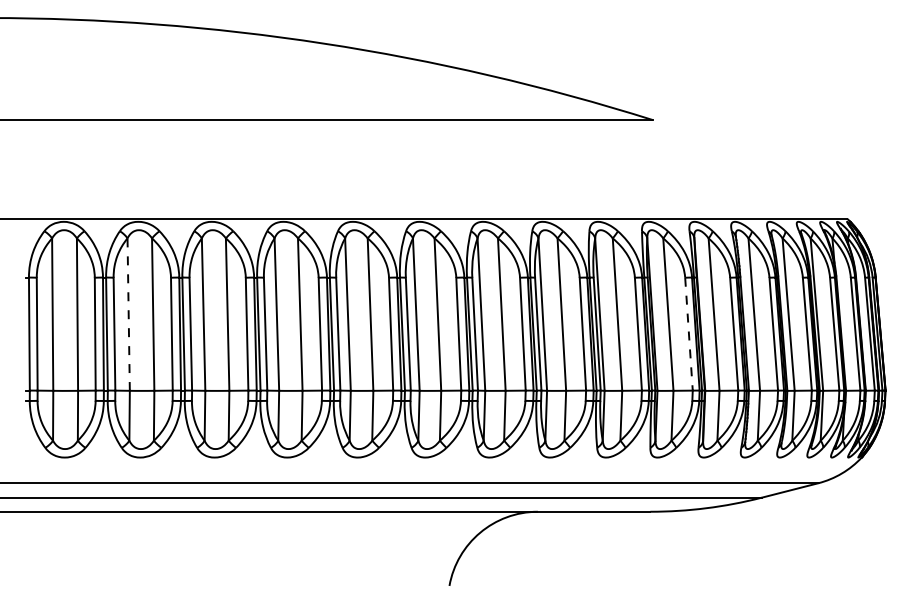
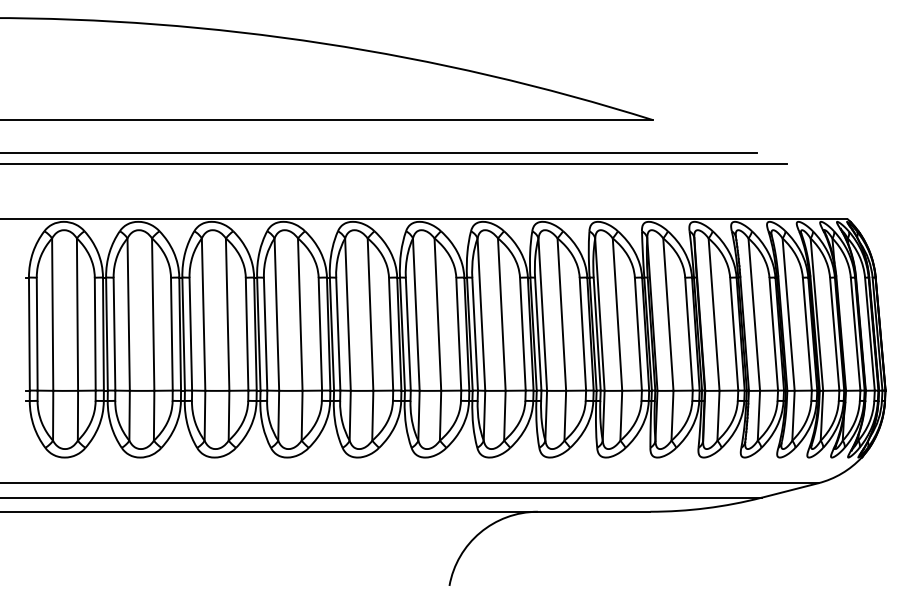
line at (379, 152): none -> present
line at (394, 164): none -> present
line at (128, 315): dashed -> solid
line at (688, 334): dashed -> solid
